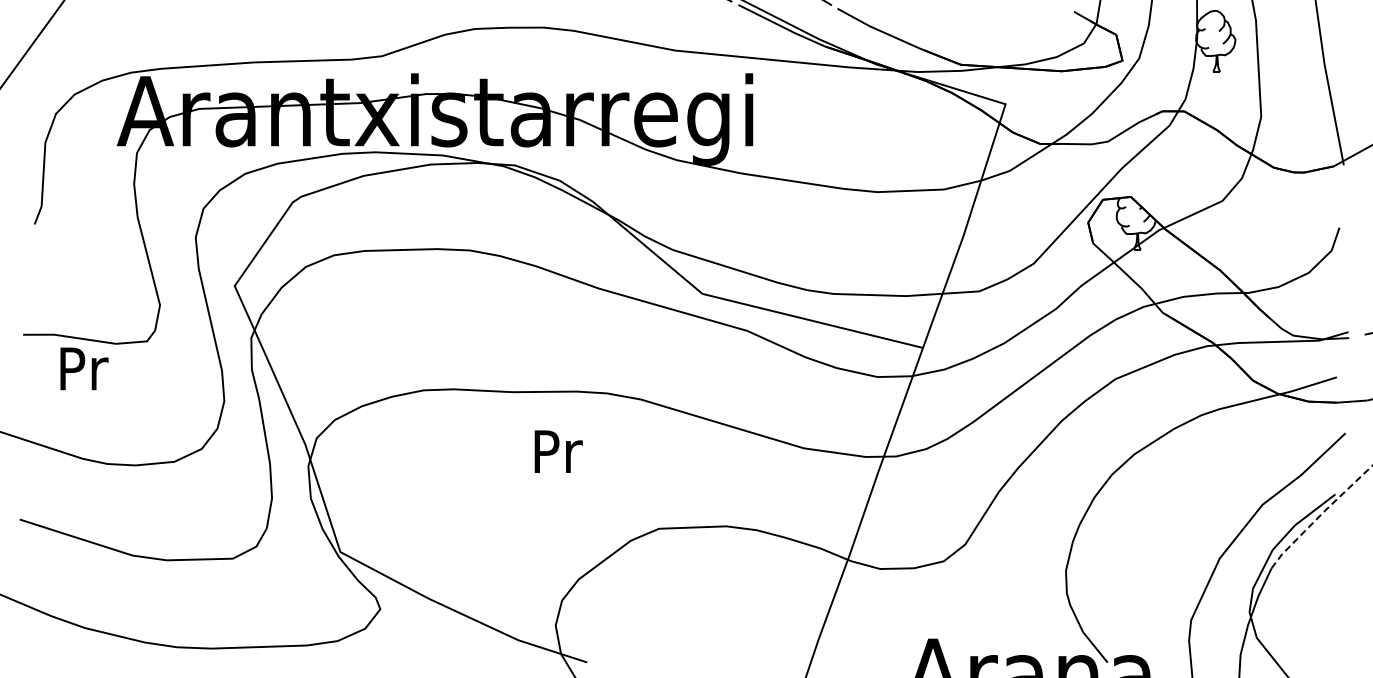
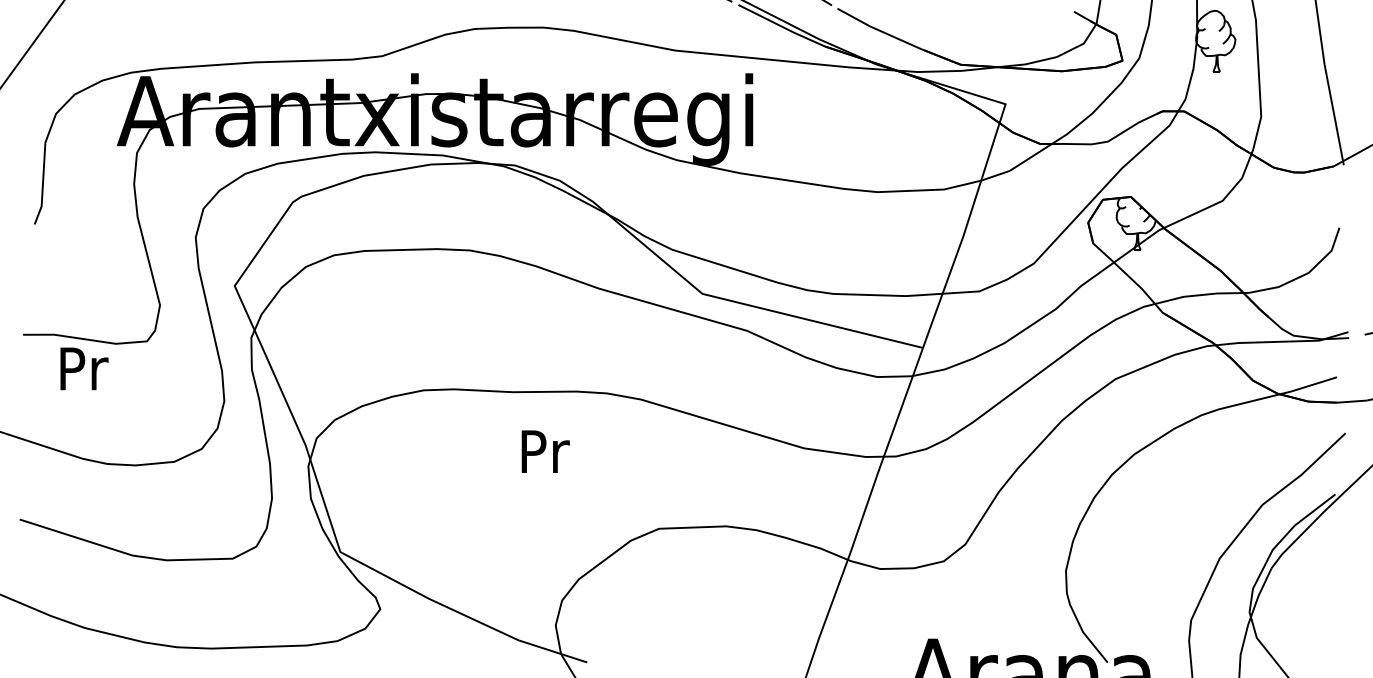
text at (558, 451) position: (558, 451) -> (545, 451)
line at (1320, 515): dashed -> solid
